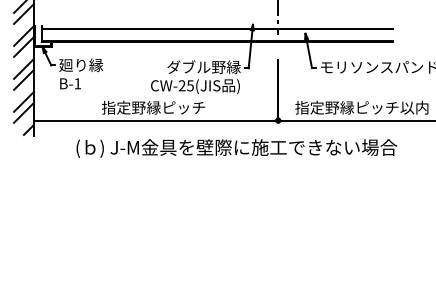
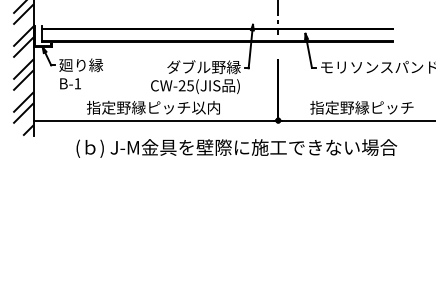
text at (153, 107): 指定野縁ピッチ -> 指定野縁ピッチ以内
text at (361, 107): 指定野縁ピッチ以内 -> 指定野縁ピッチ
